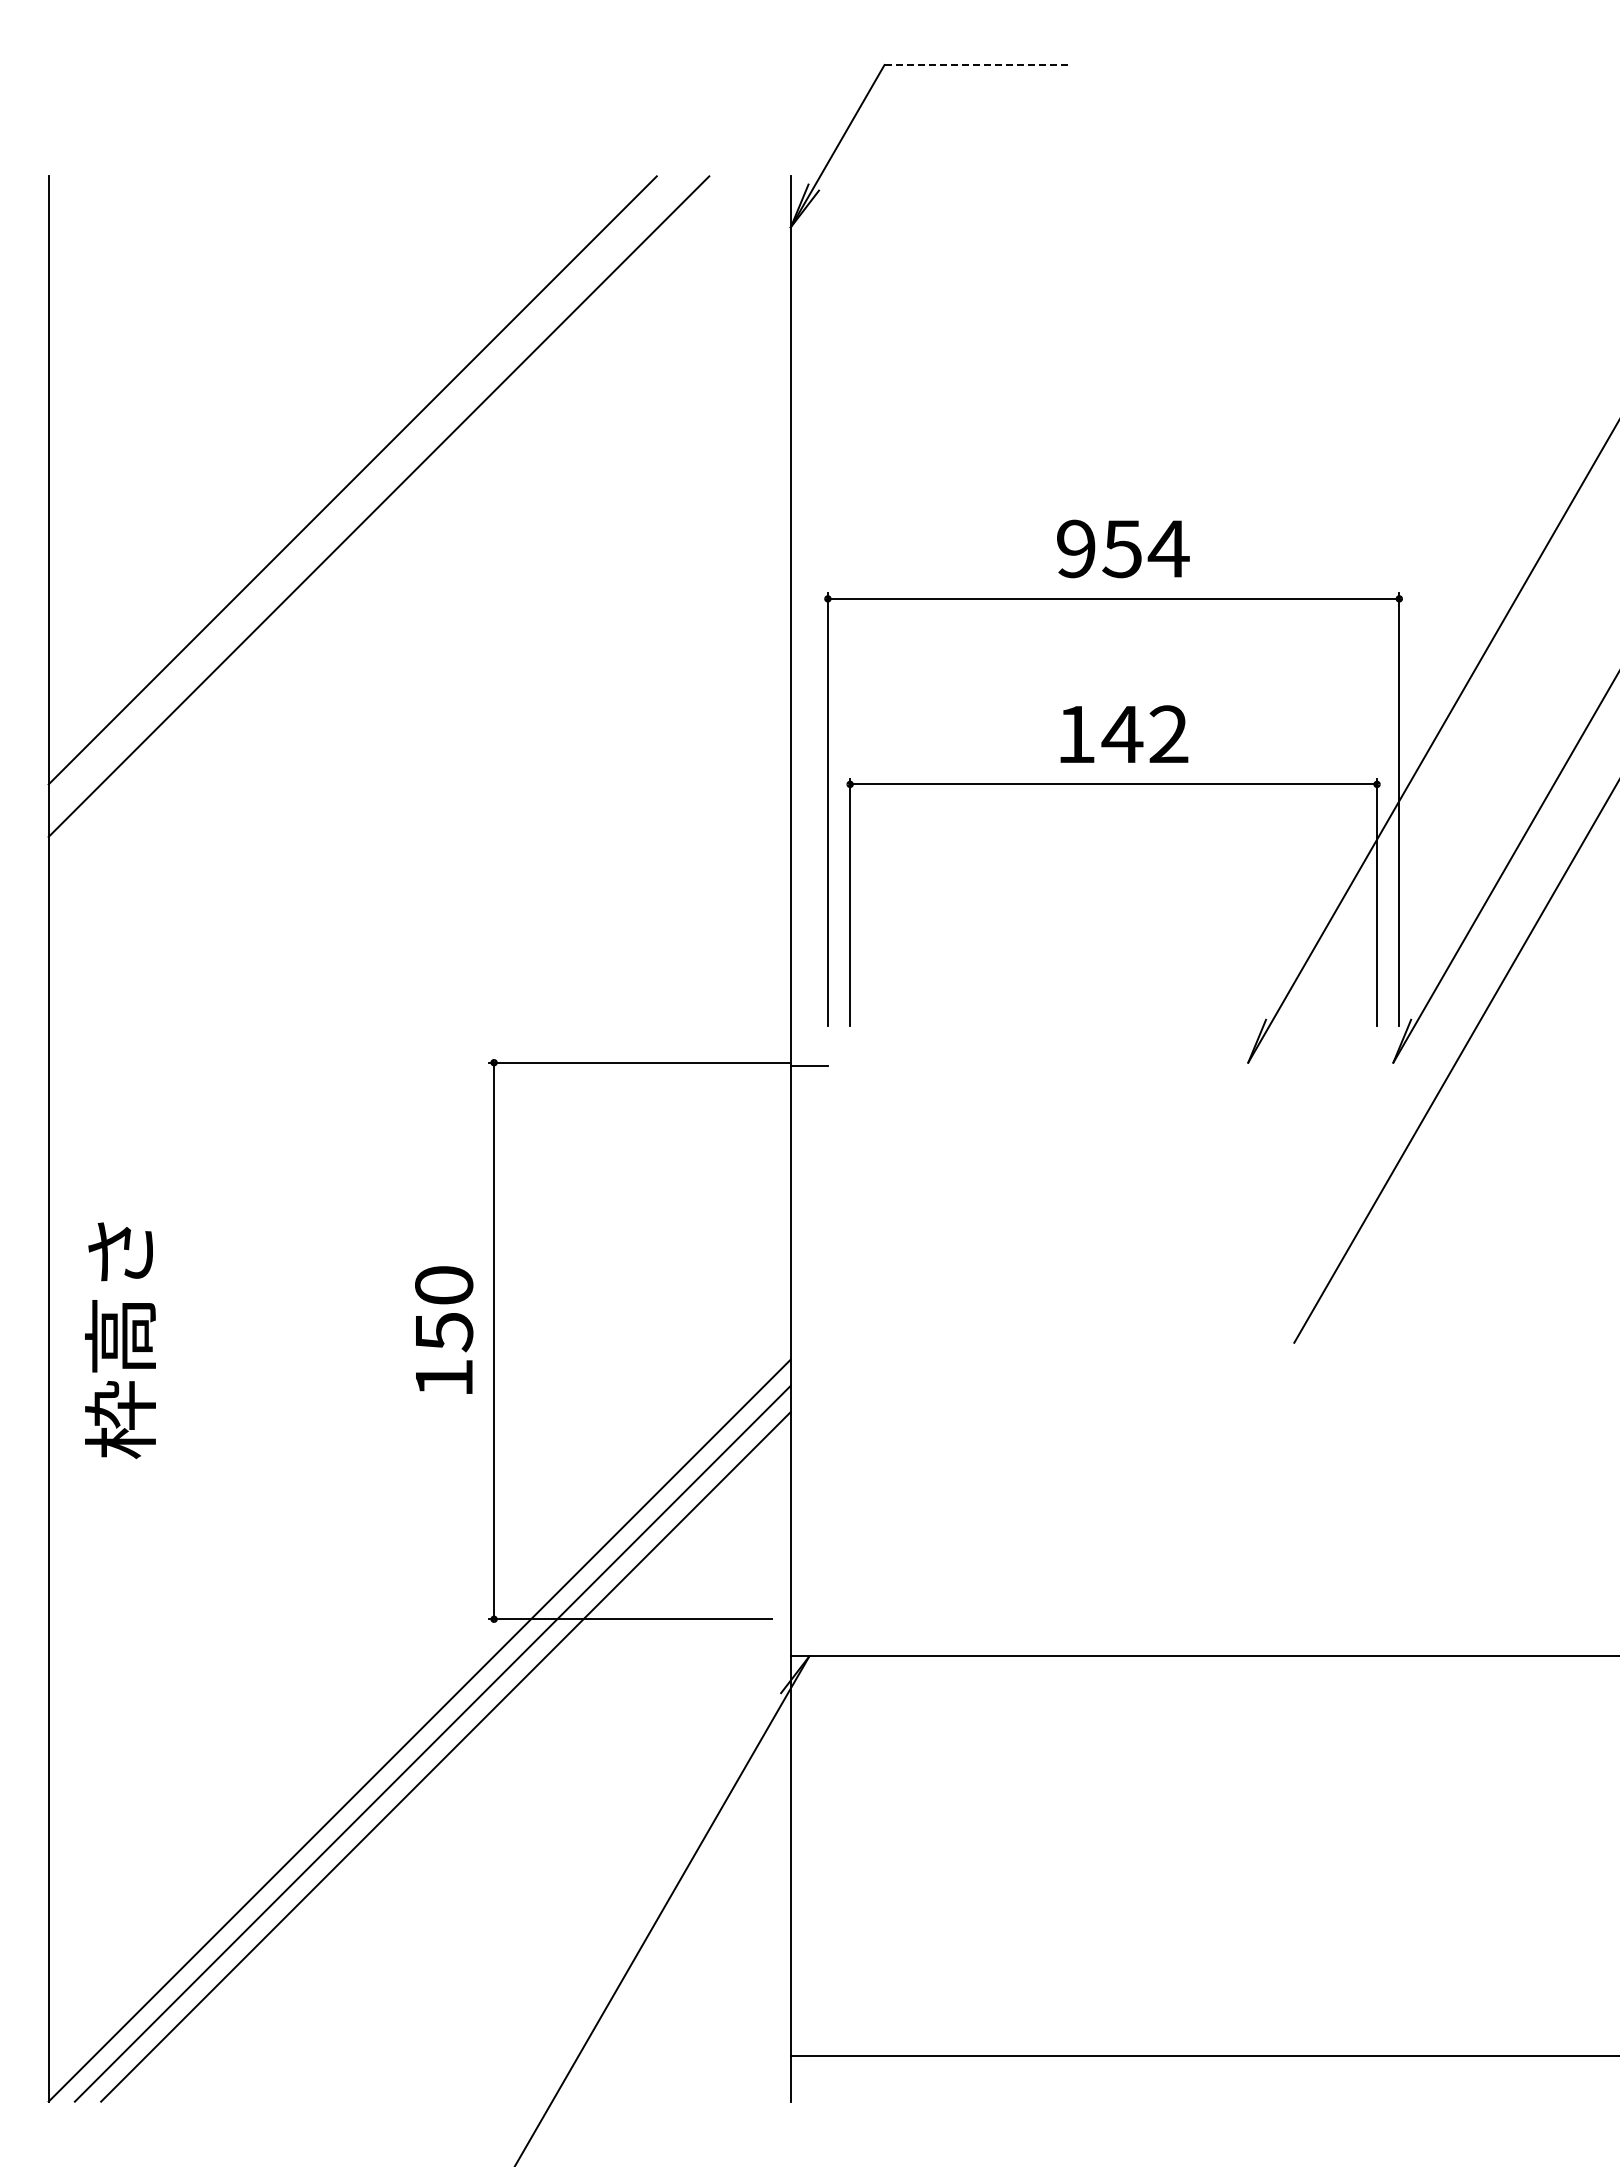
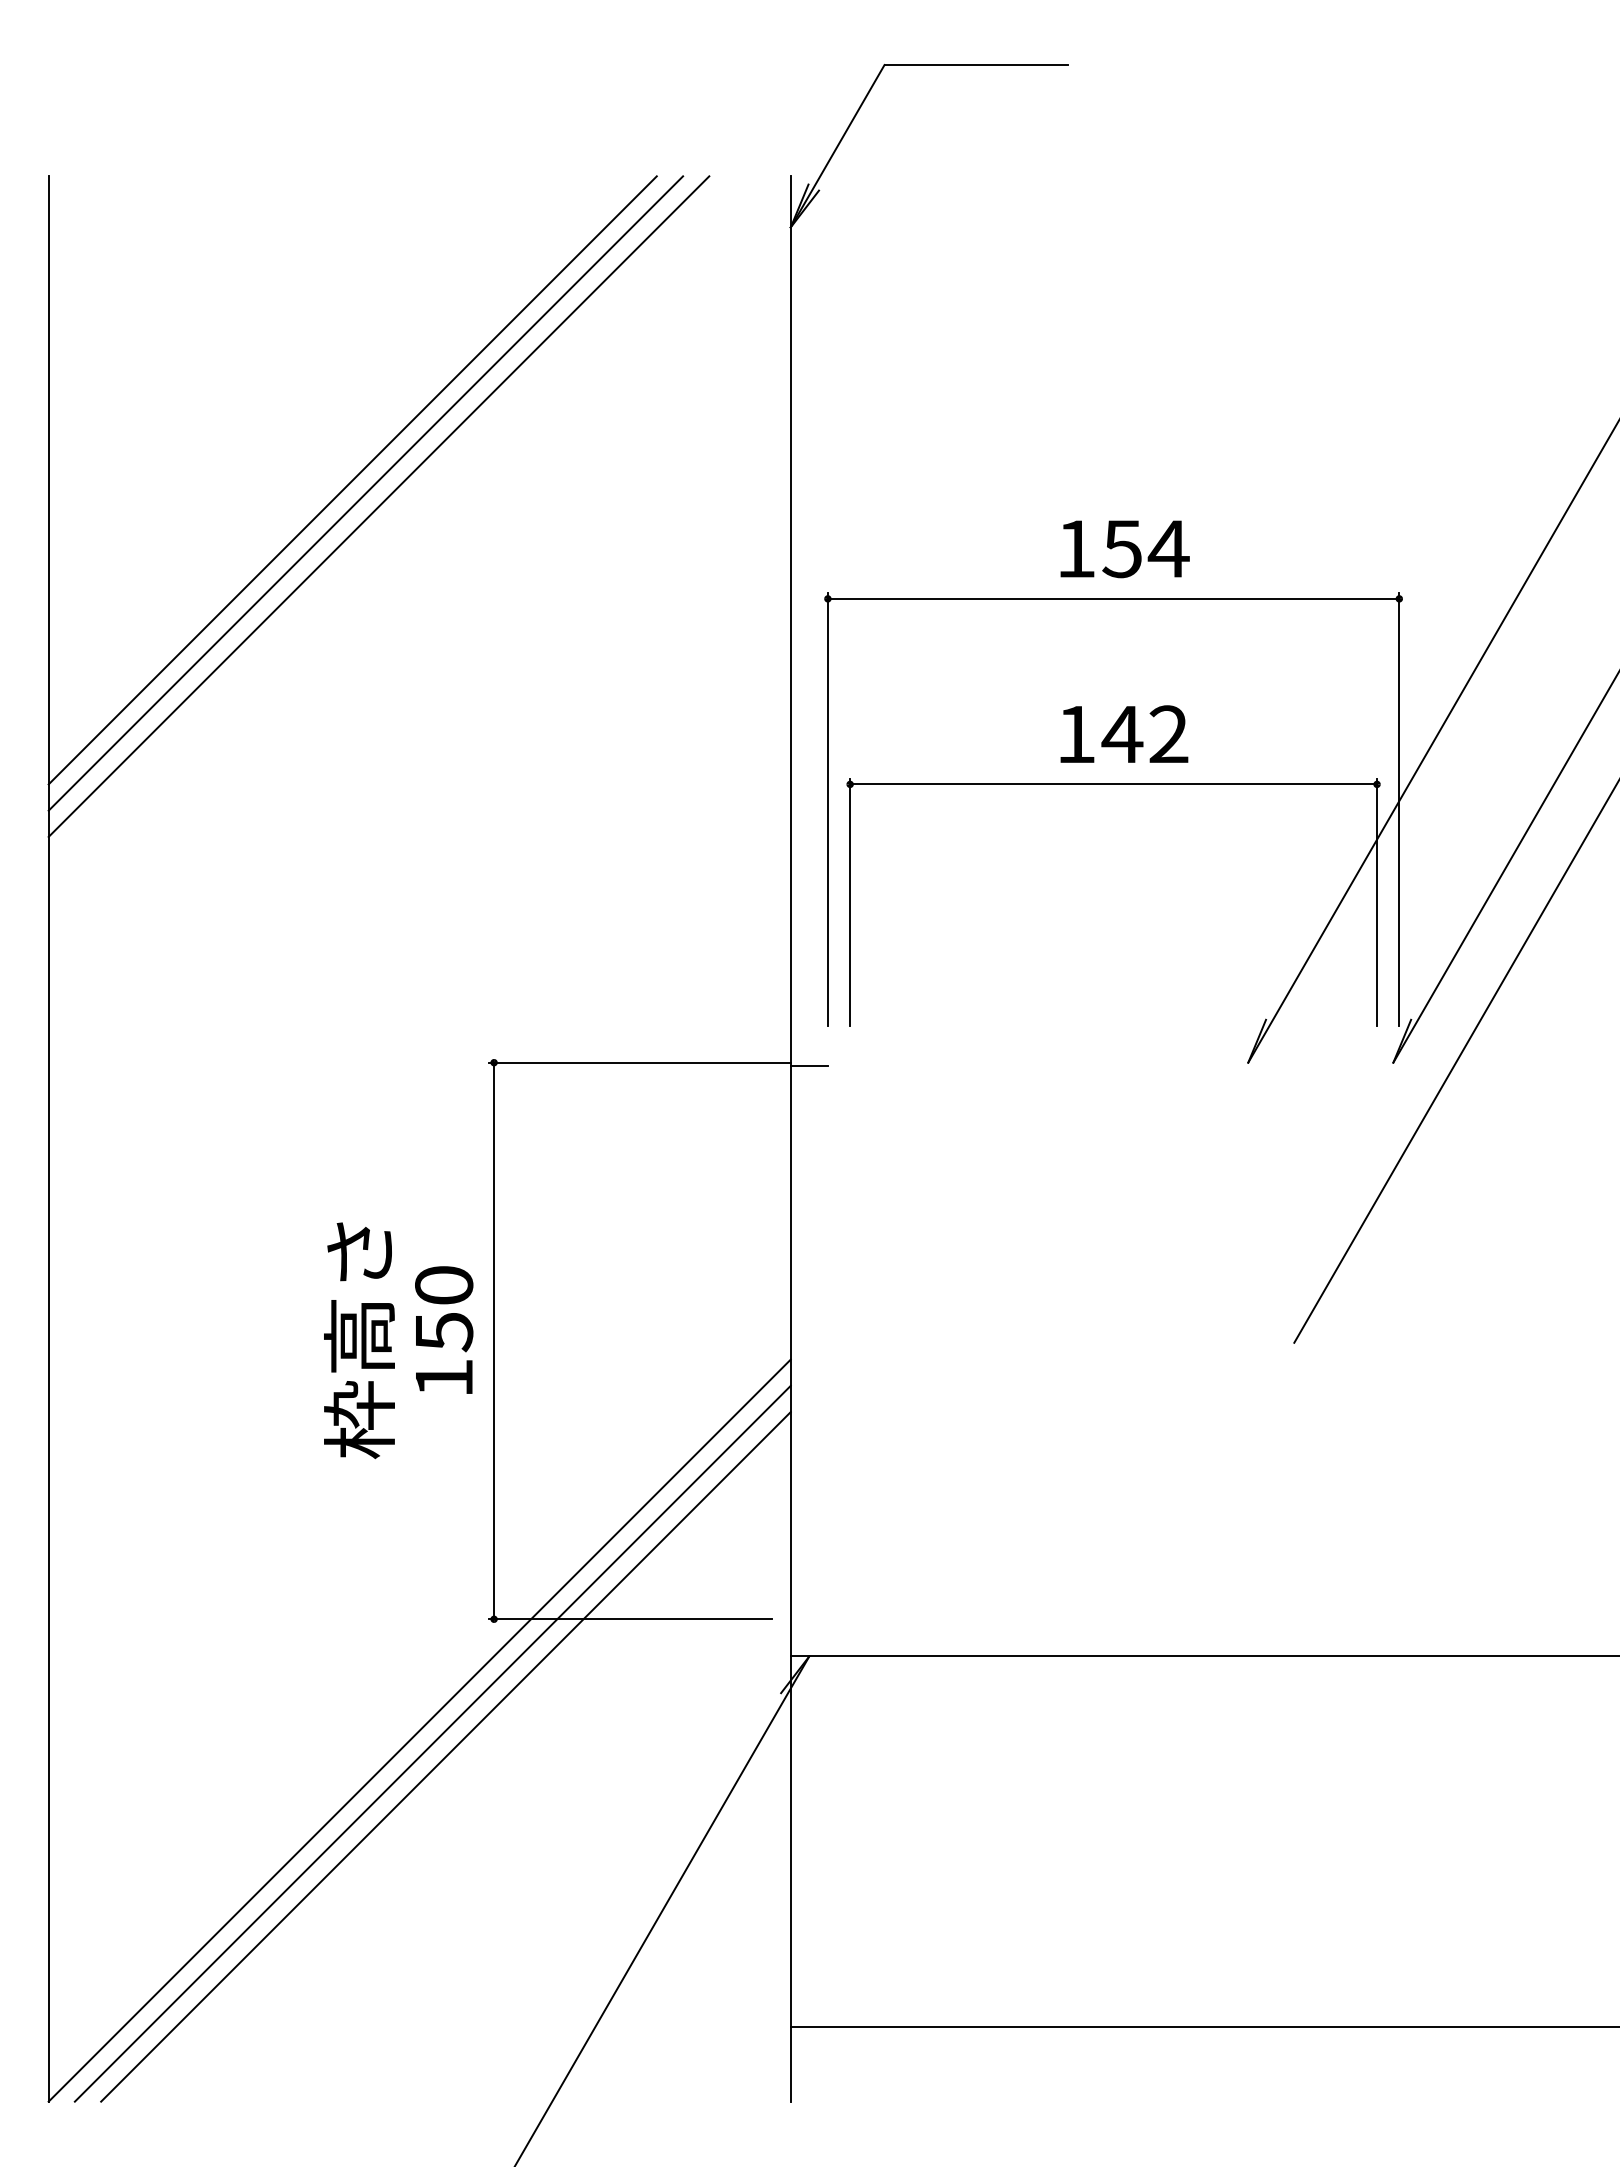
line at (976, 65): dashed -> solid
line at (365, 493): none -> present
text at (1076, 548): 954 -> 154
text at (120, 1340) position: (120, 1340) -> (359, 1340)
line at (1203, 2056) position: (1203, 2056) -> (1203, 2027)
